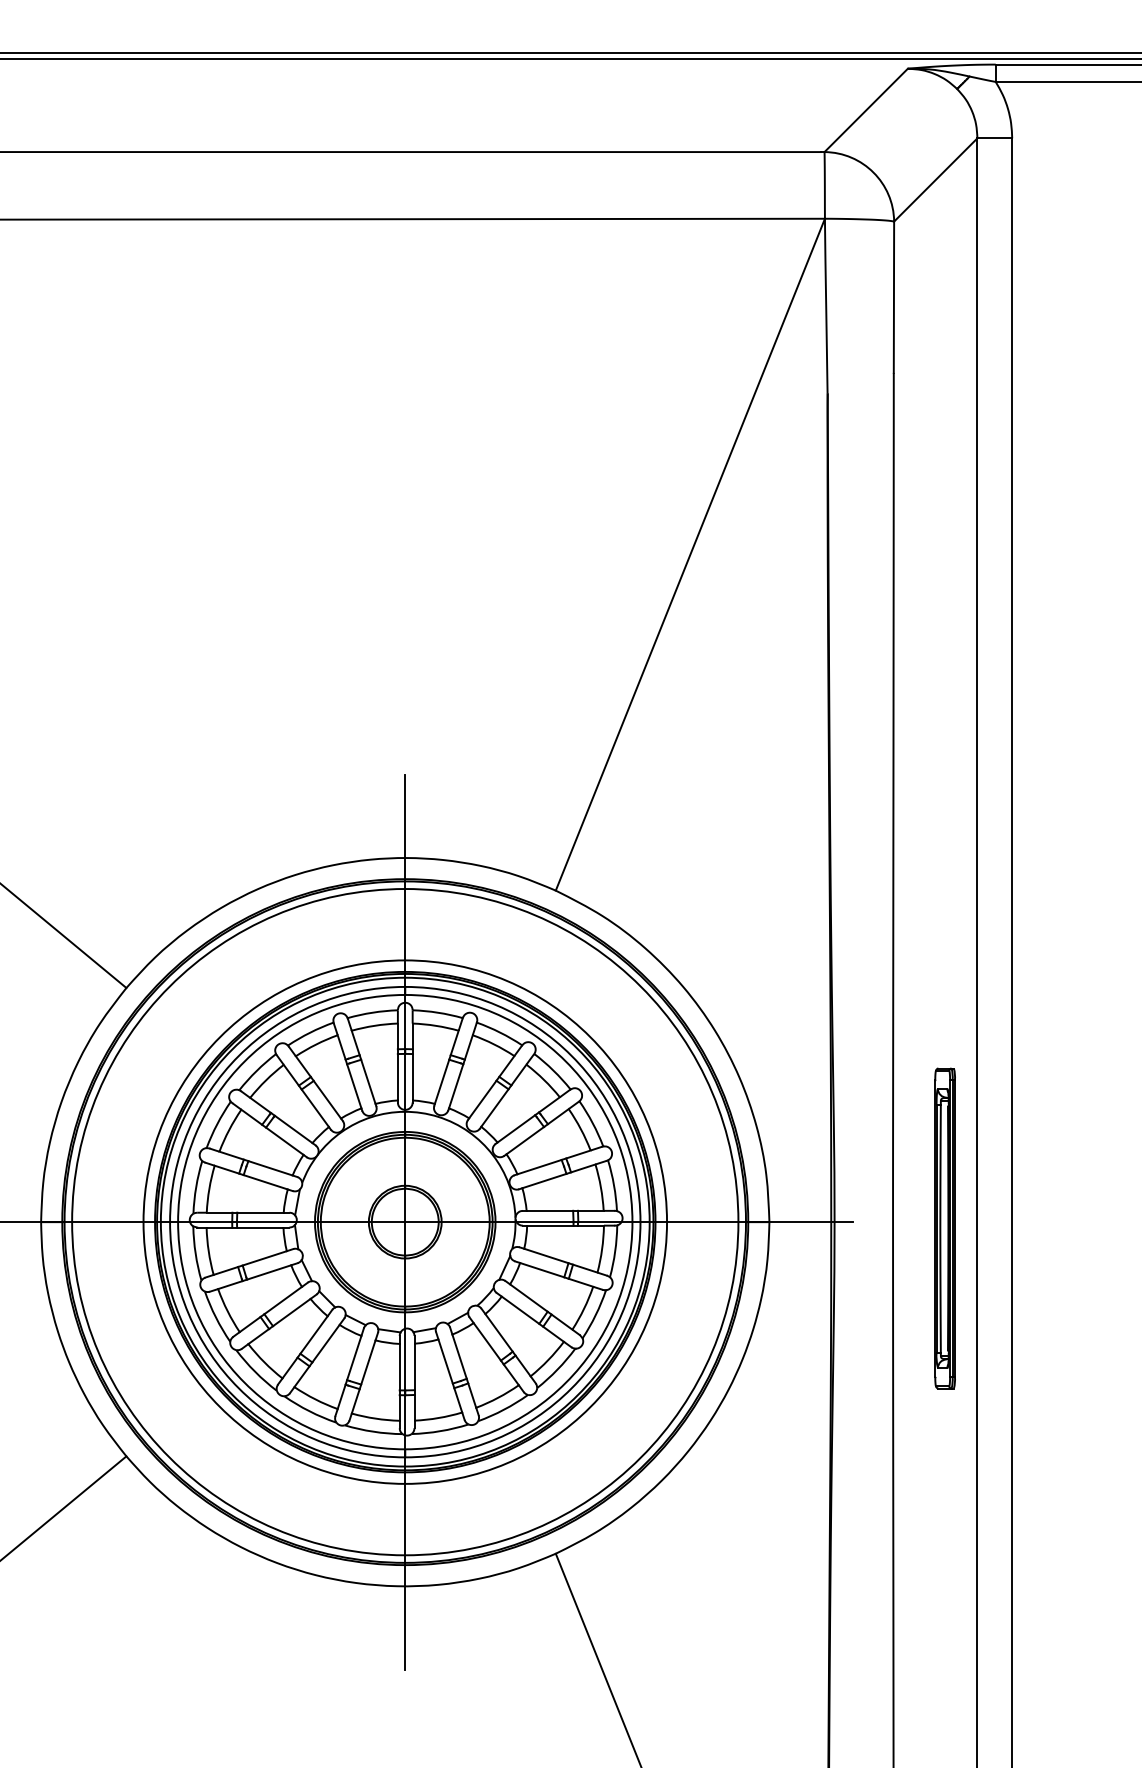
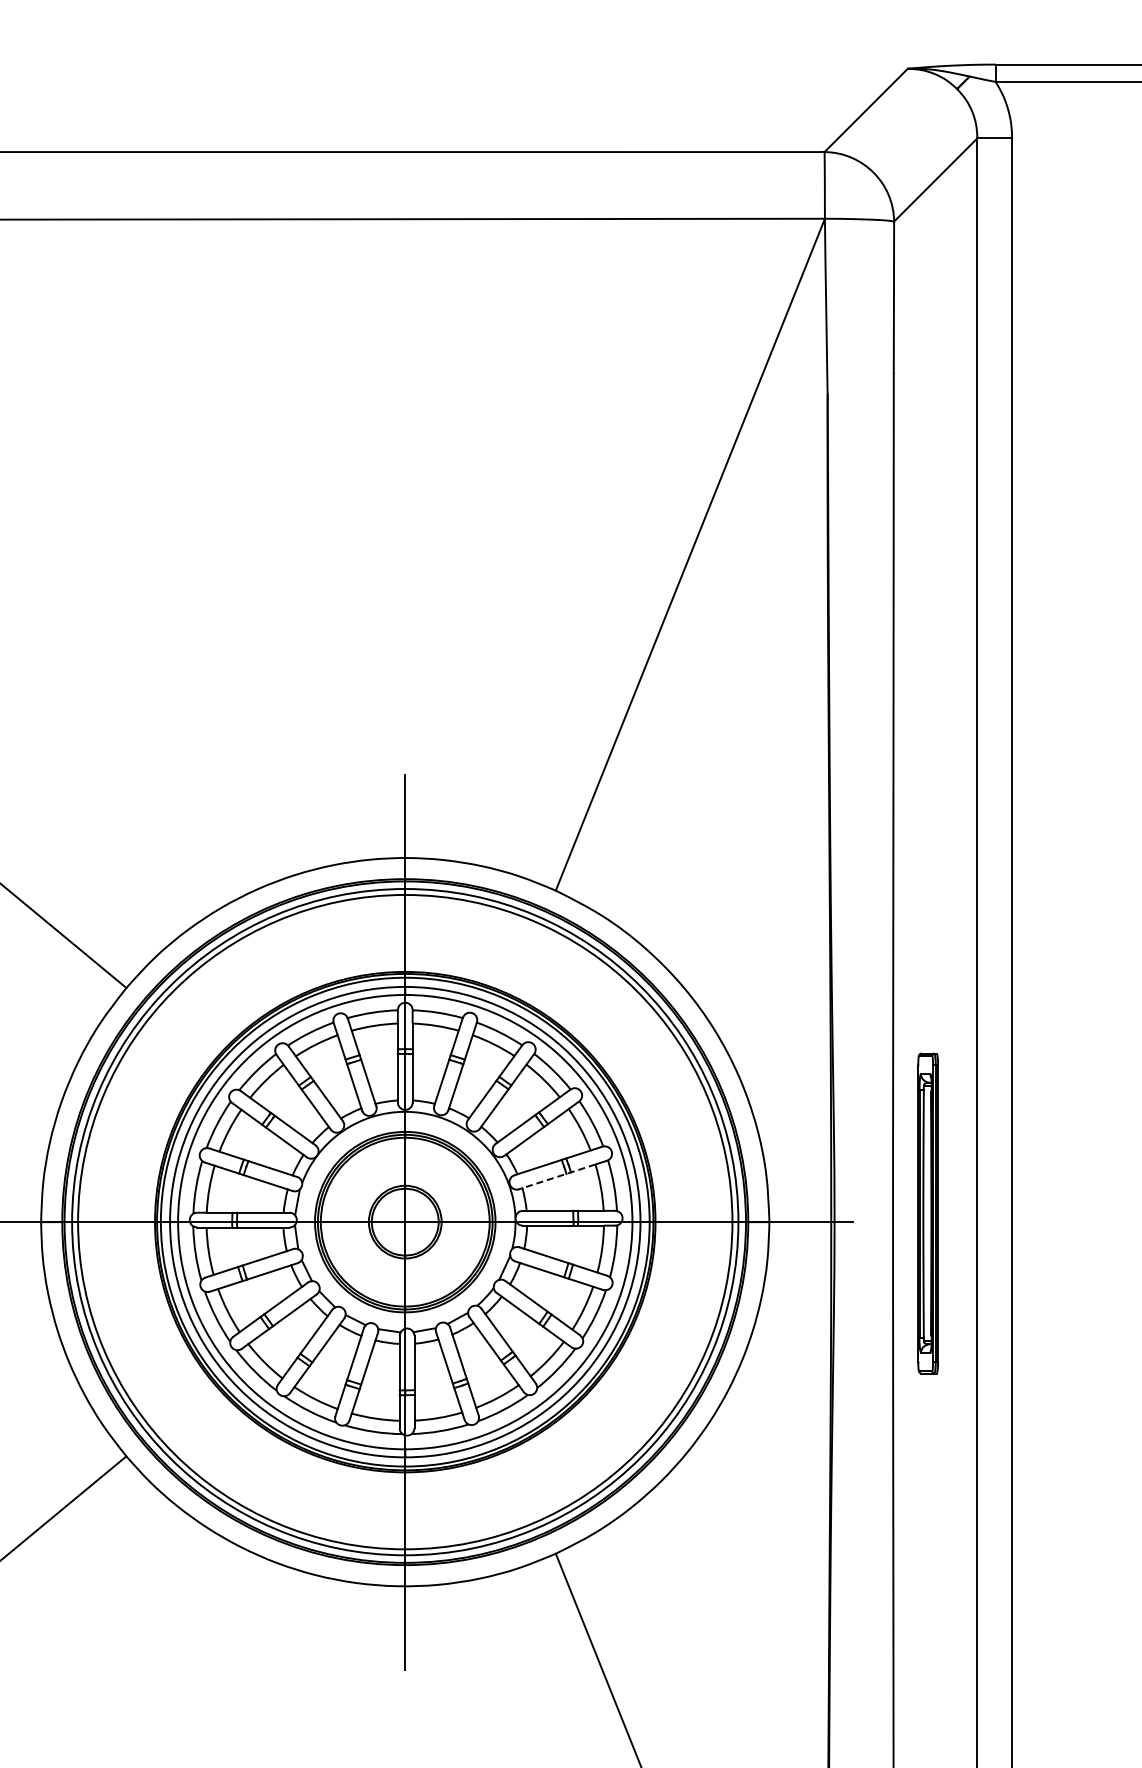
line at (570, 53): present -> none
line at (570, 58): present -> none
line at (558, 1176): solid -> dashed
circle at (405, 1221) diameter: 523 px -> 654 px
part at (944, 1228) position: (944, 1228) -> (927, 1213)
